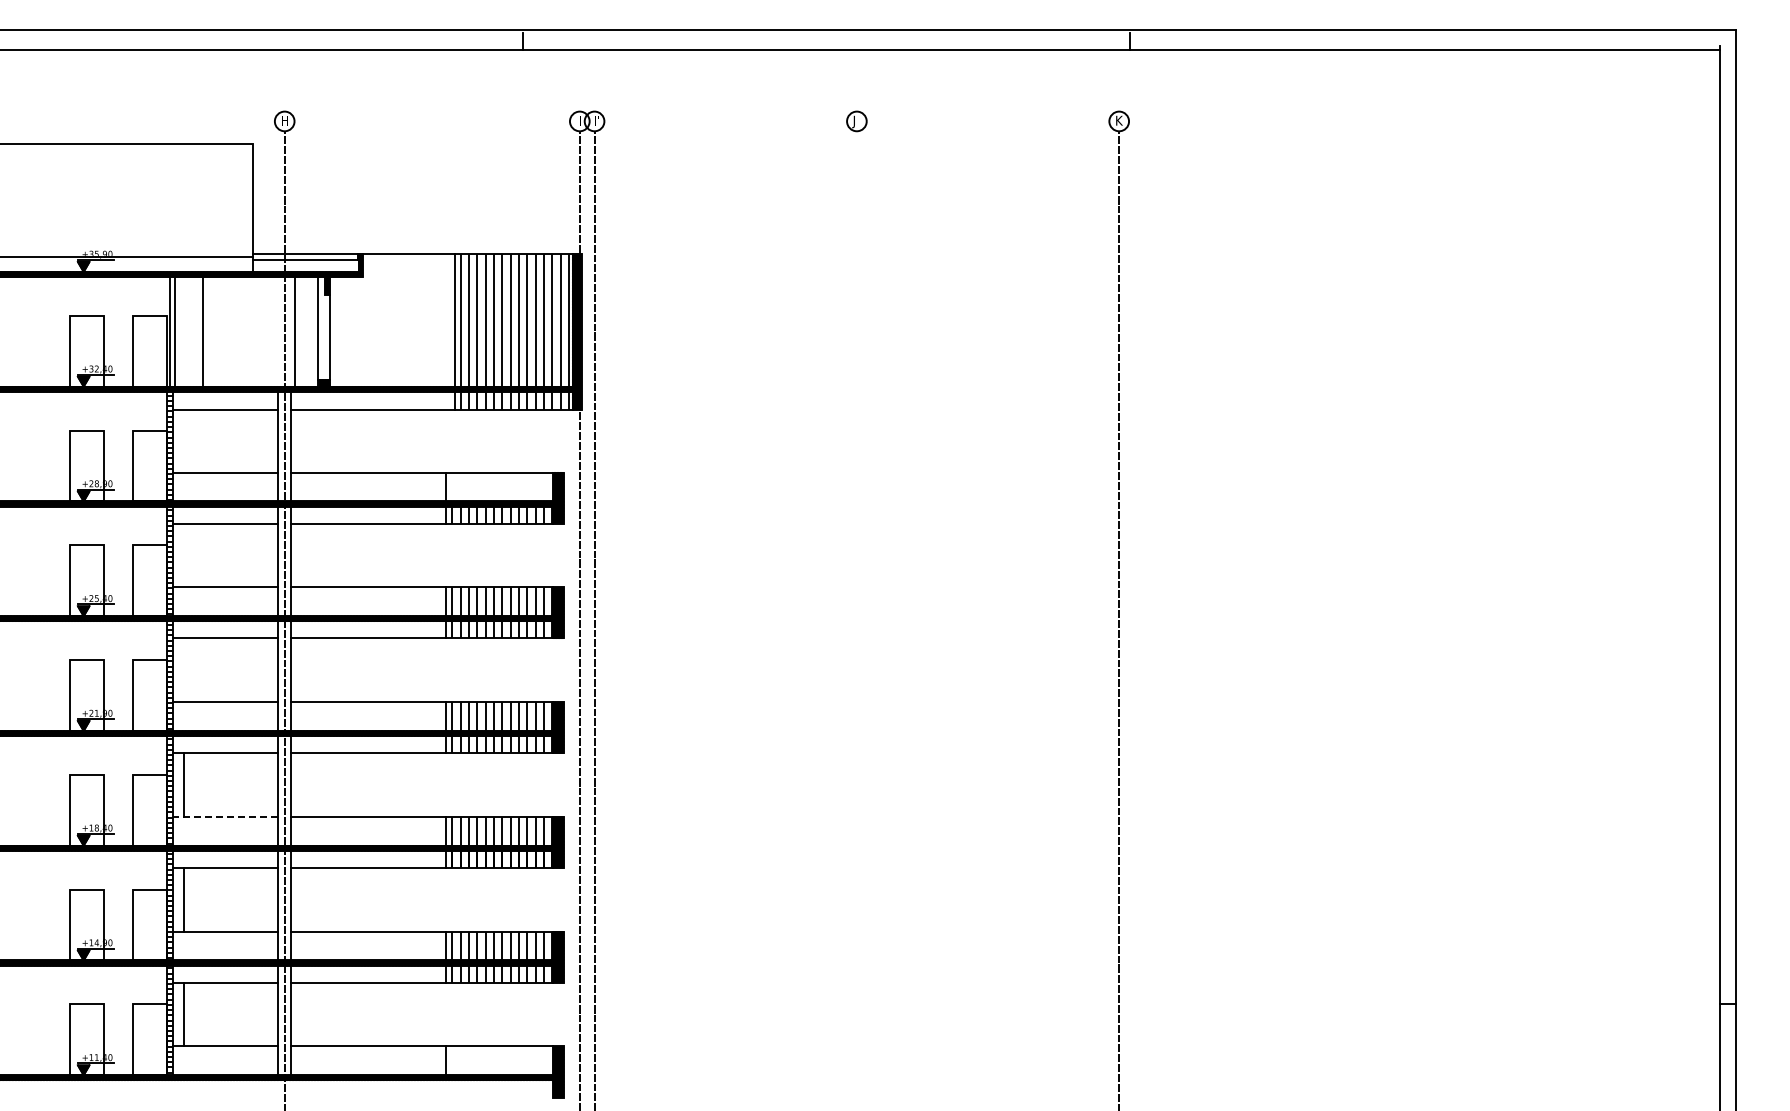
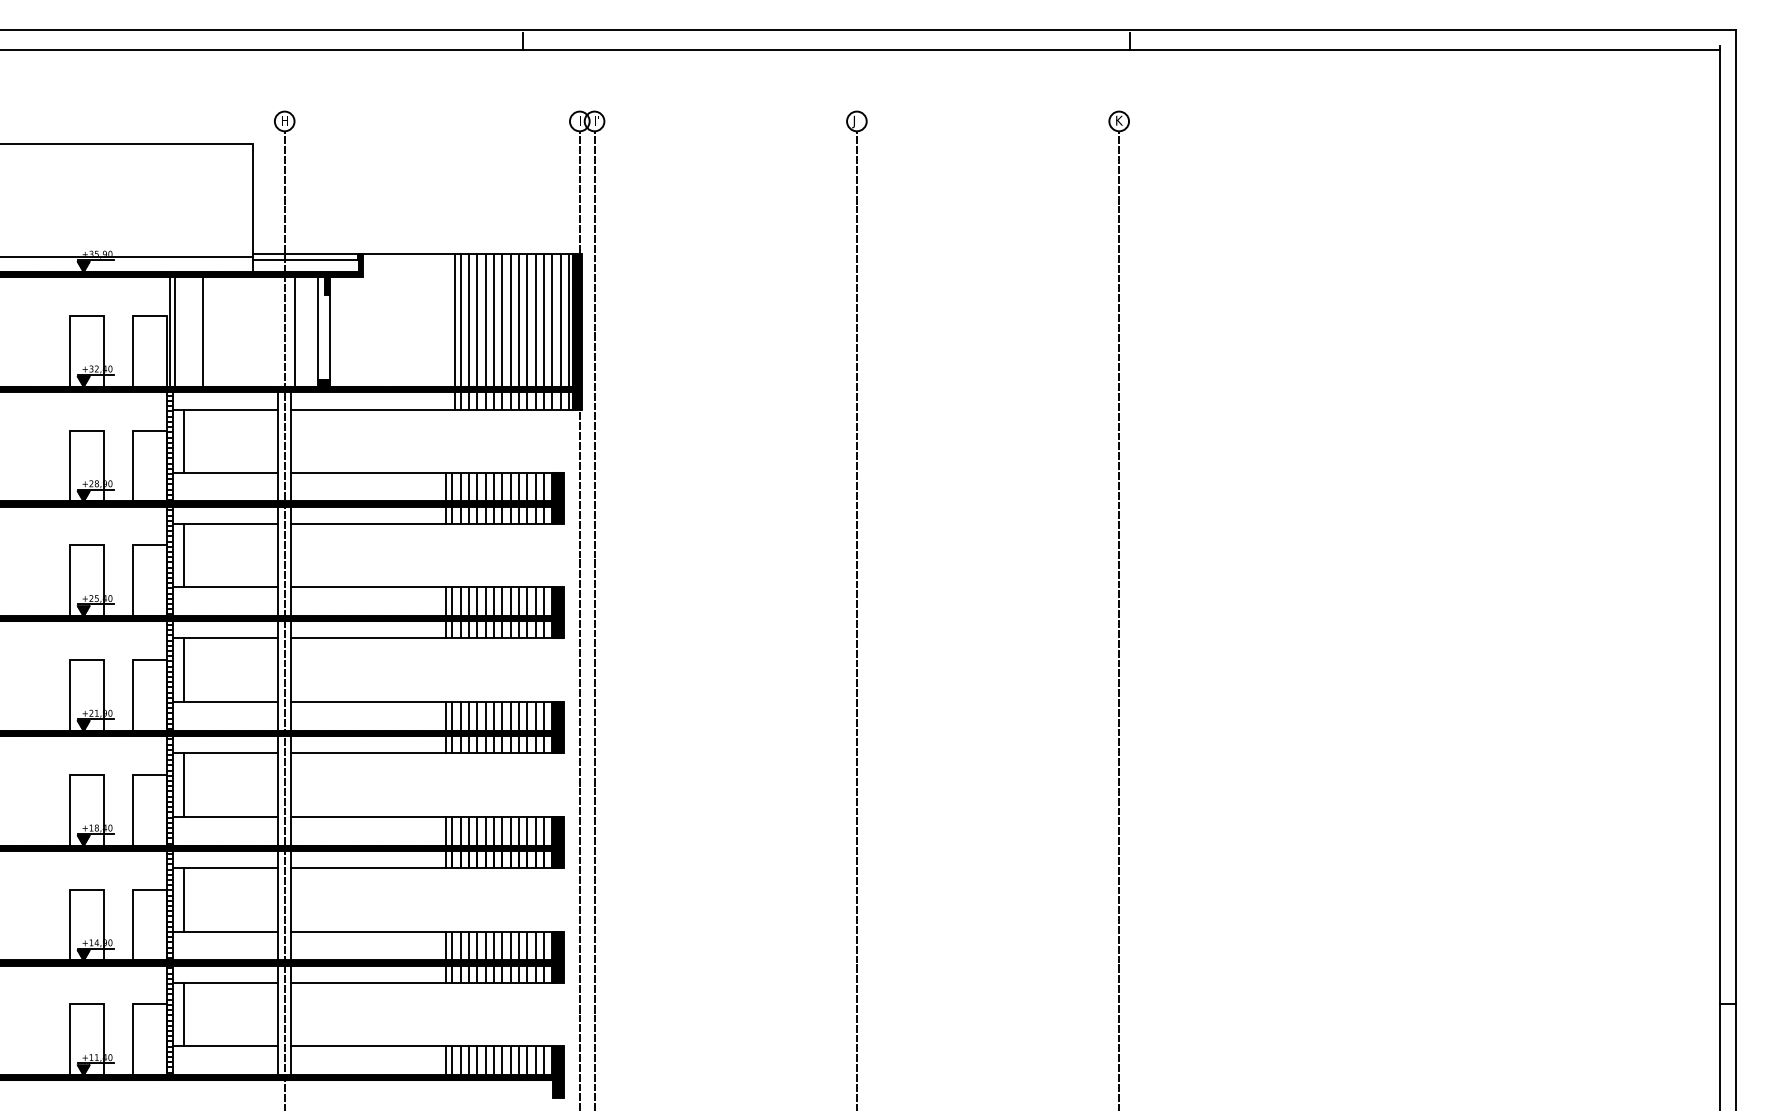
line at (184, 440): none -> present
hatch at (502, 486): none -> present
line at (184, 555): none -> present
line at (856, 619): none -> present
line at (184, 670): none -> present
line at (225, 816): dashed -> solid
hatch at (502, 1060): none -> present
